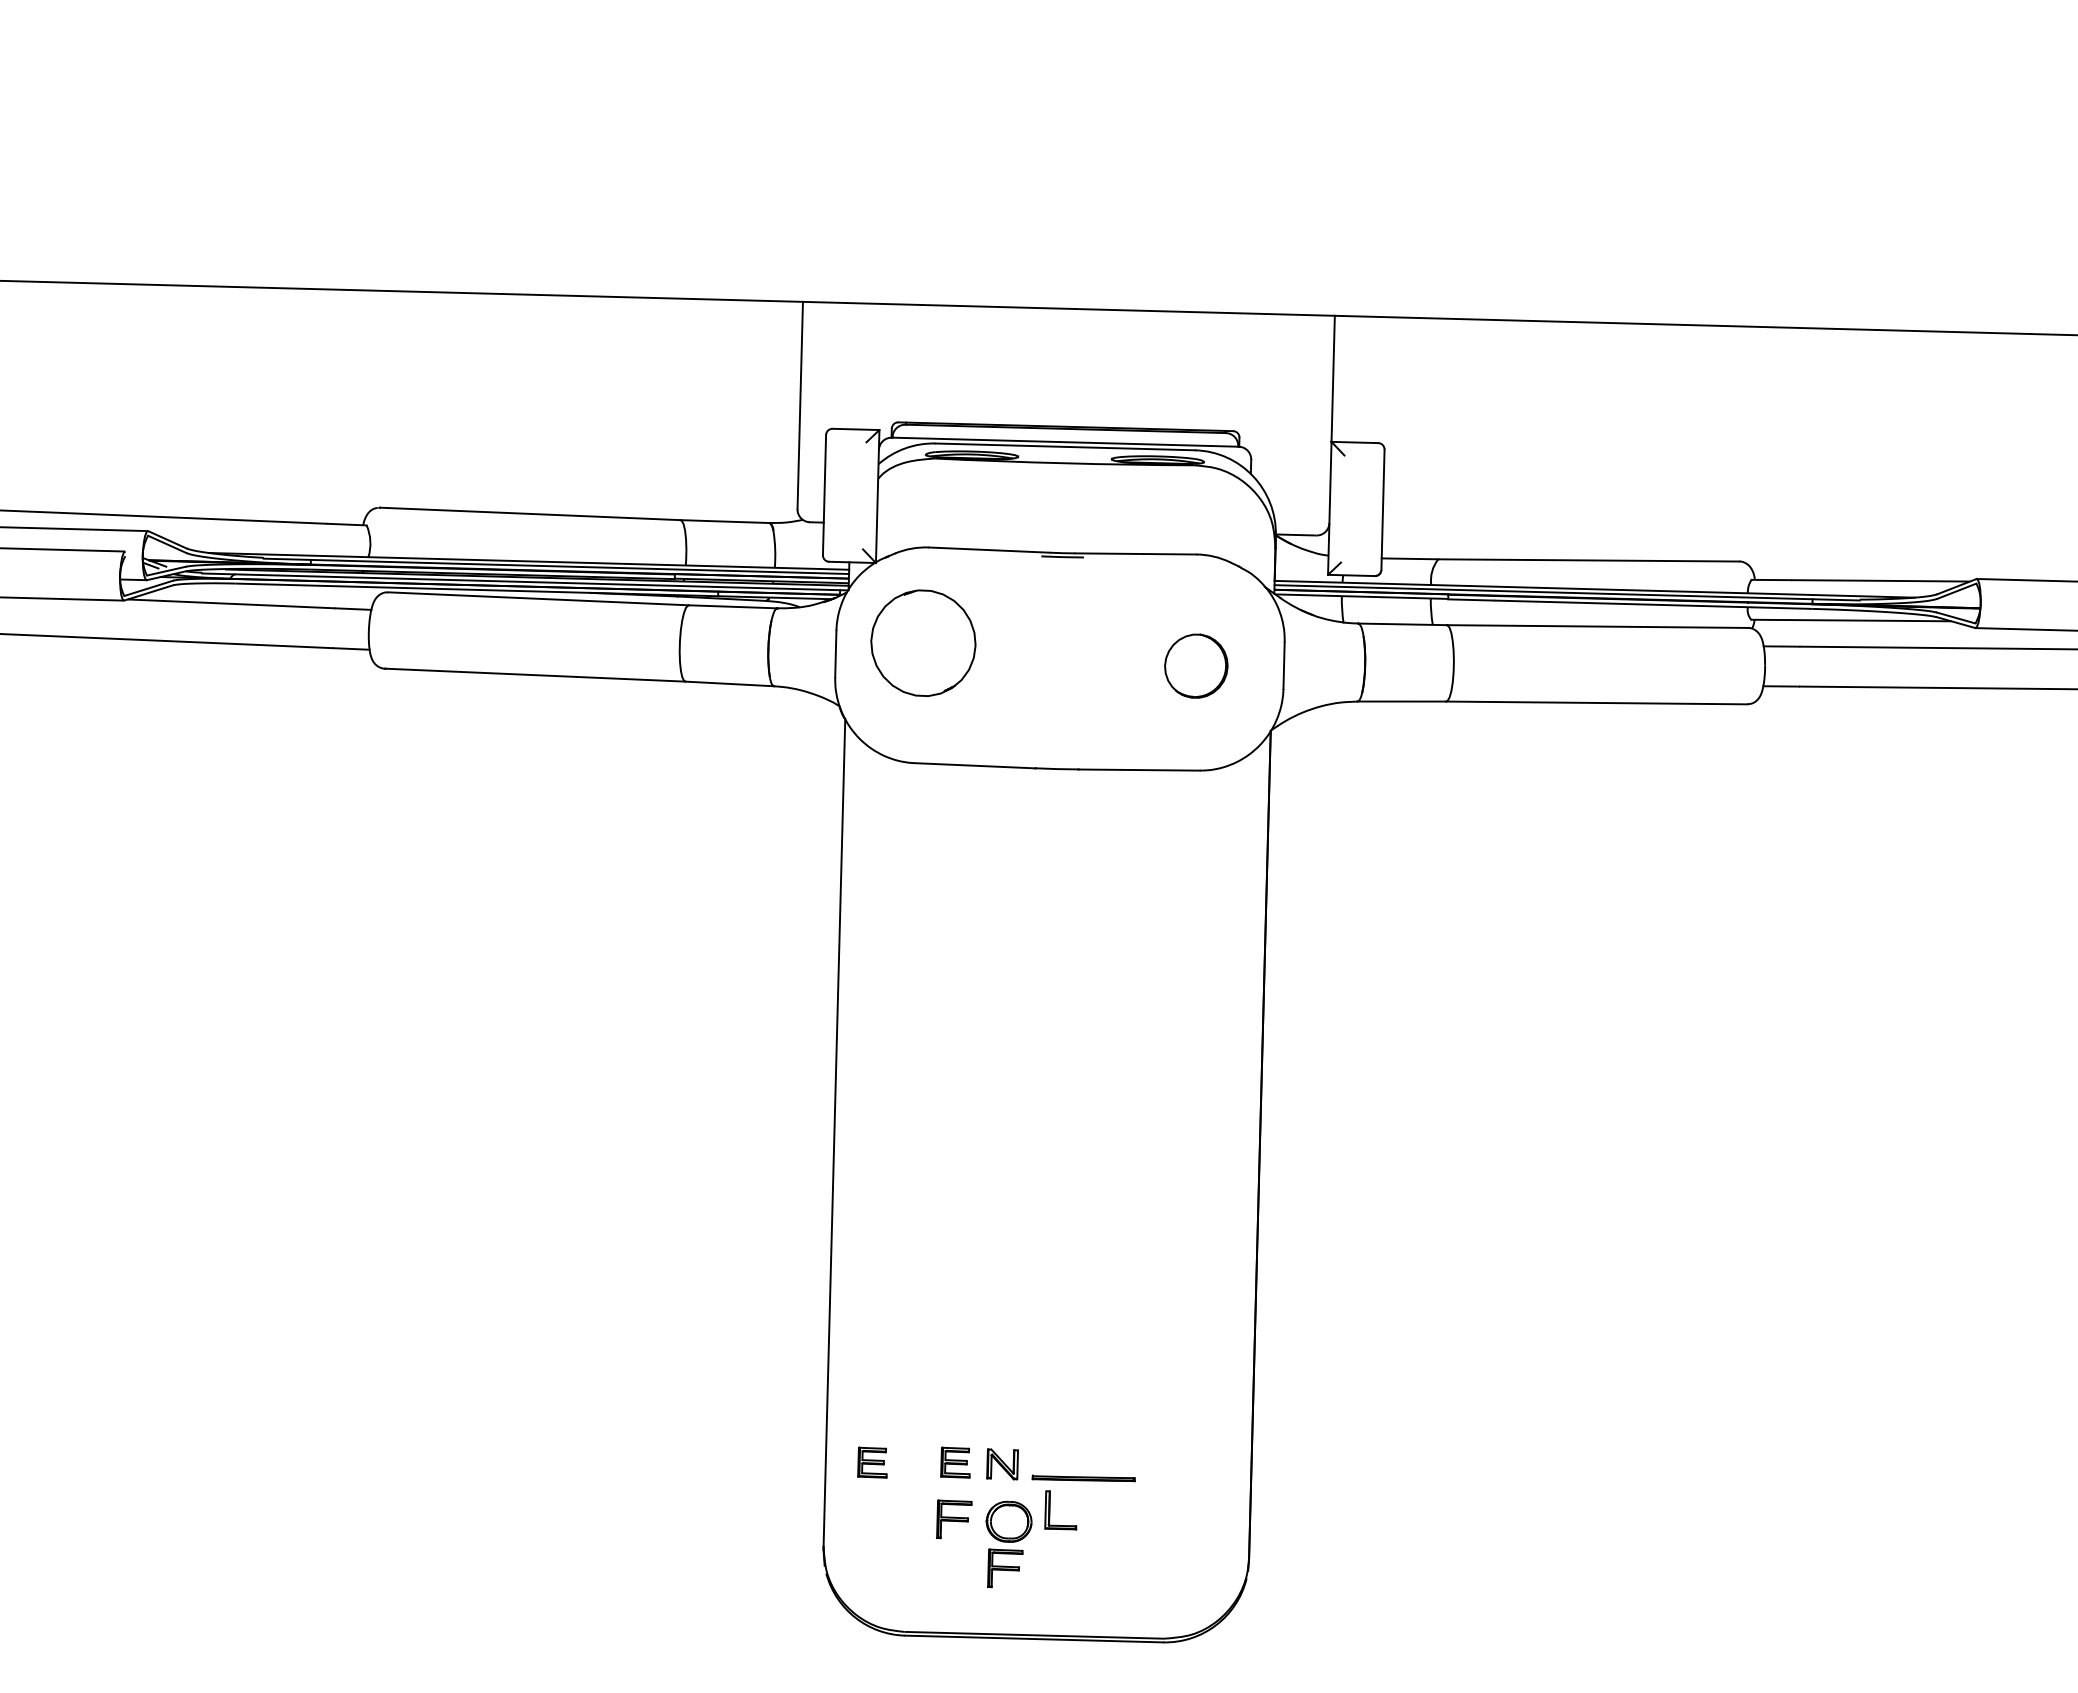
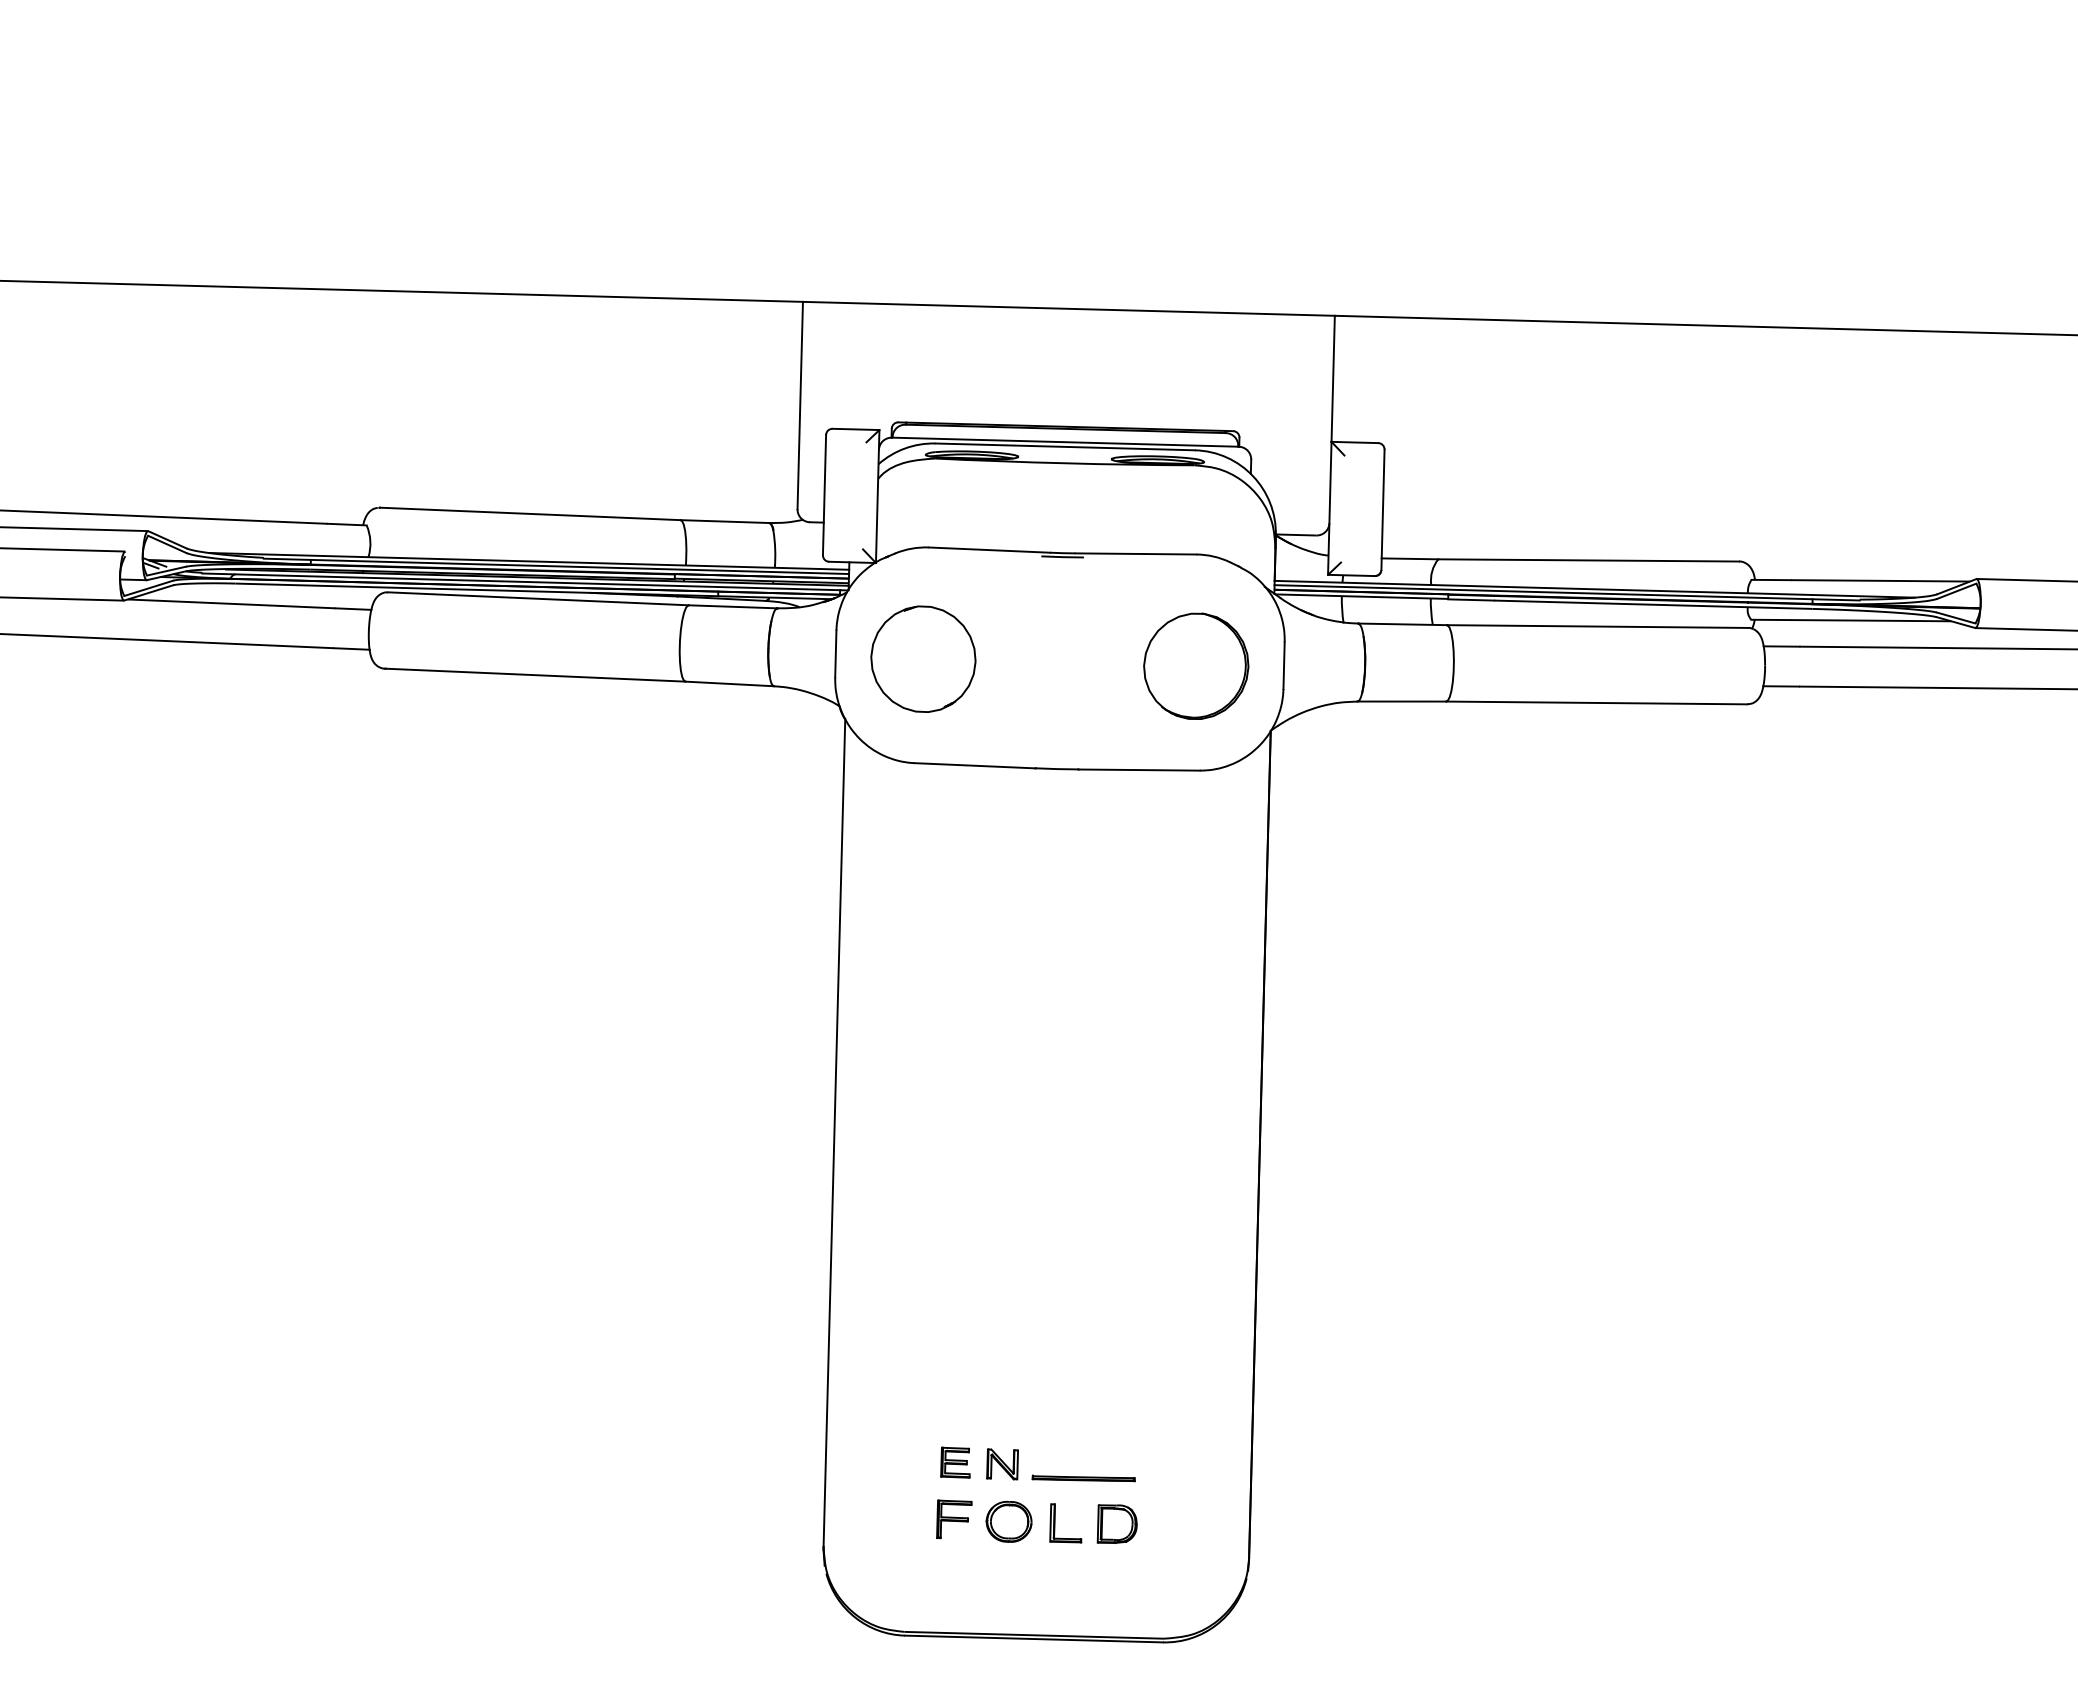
part at (923, 642) position: (923, 642) -> (923, 658)
part at (1196, 665) size: 65x66 px -> 107x108 px
part at (872, 1462): present -> none
part at (1050, 1510) position: (1050, 1510) -> (1055, 1523)
part at (1116, 1523): none -> present
part at (1005, 1568): present -> none
